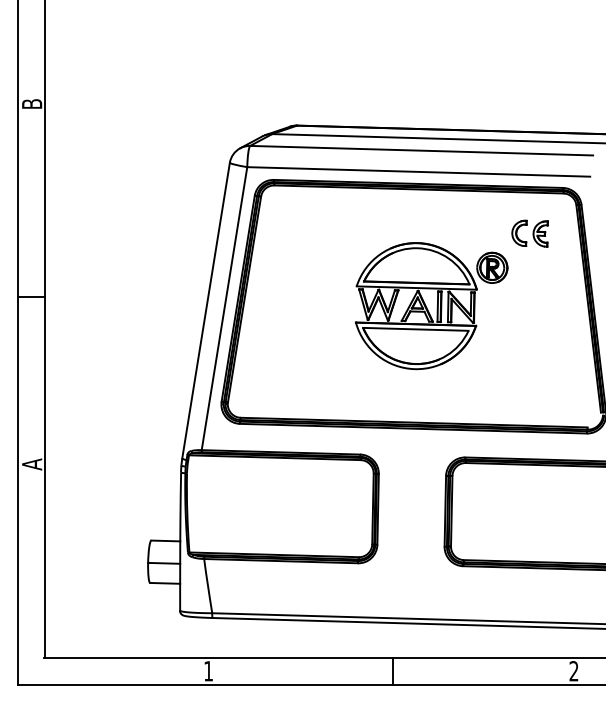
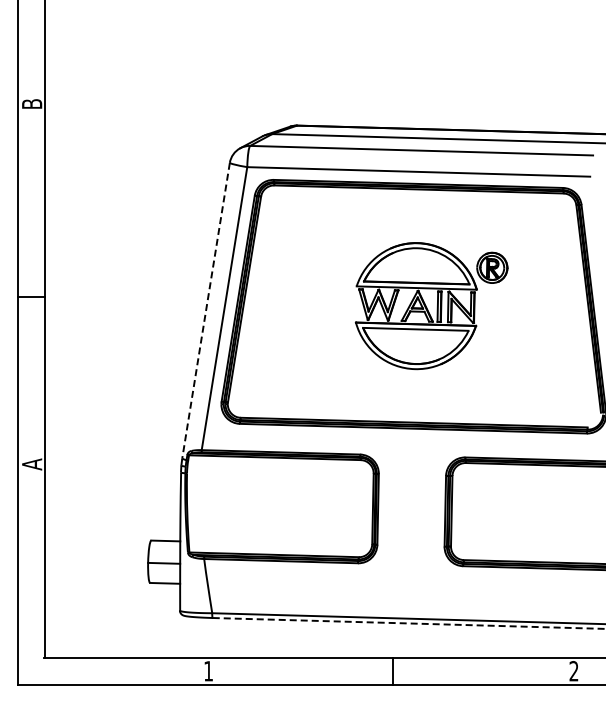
part at (529, 233): present -> none
line at (206, 310): solid -> dashed
line at (409, 623): solid -> dashed
